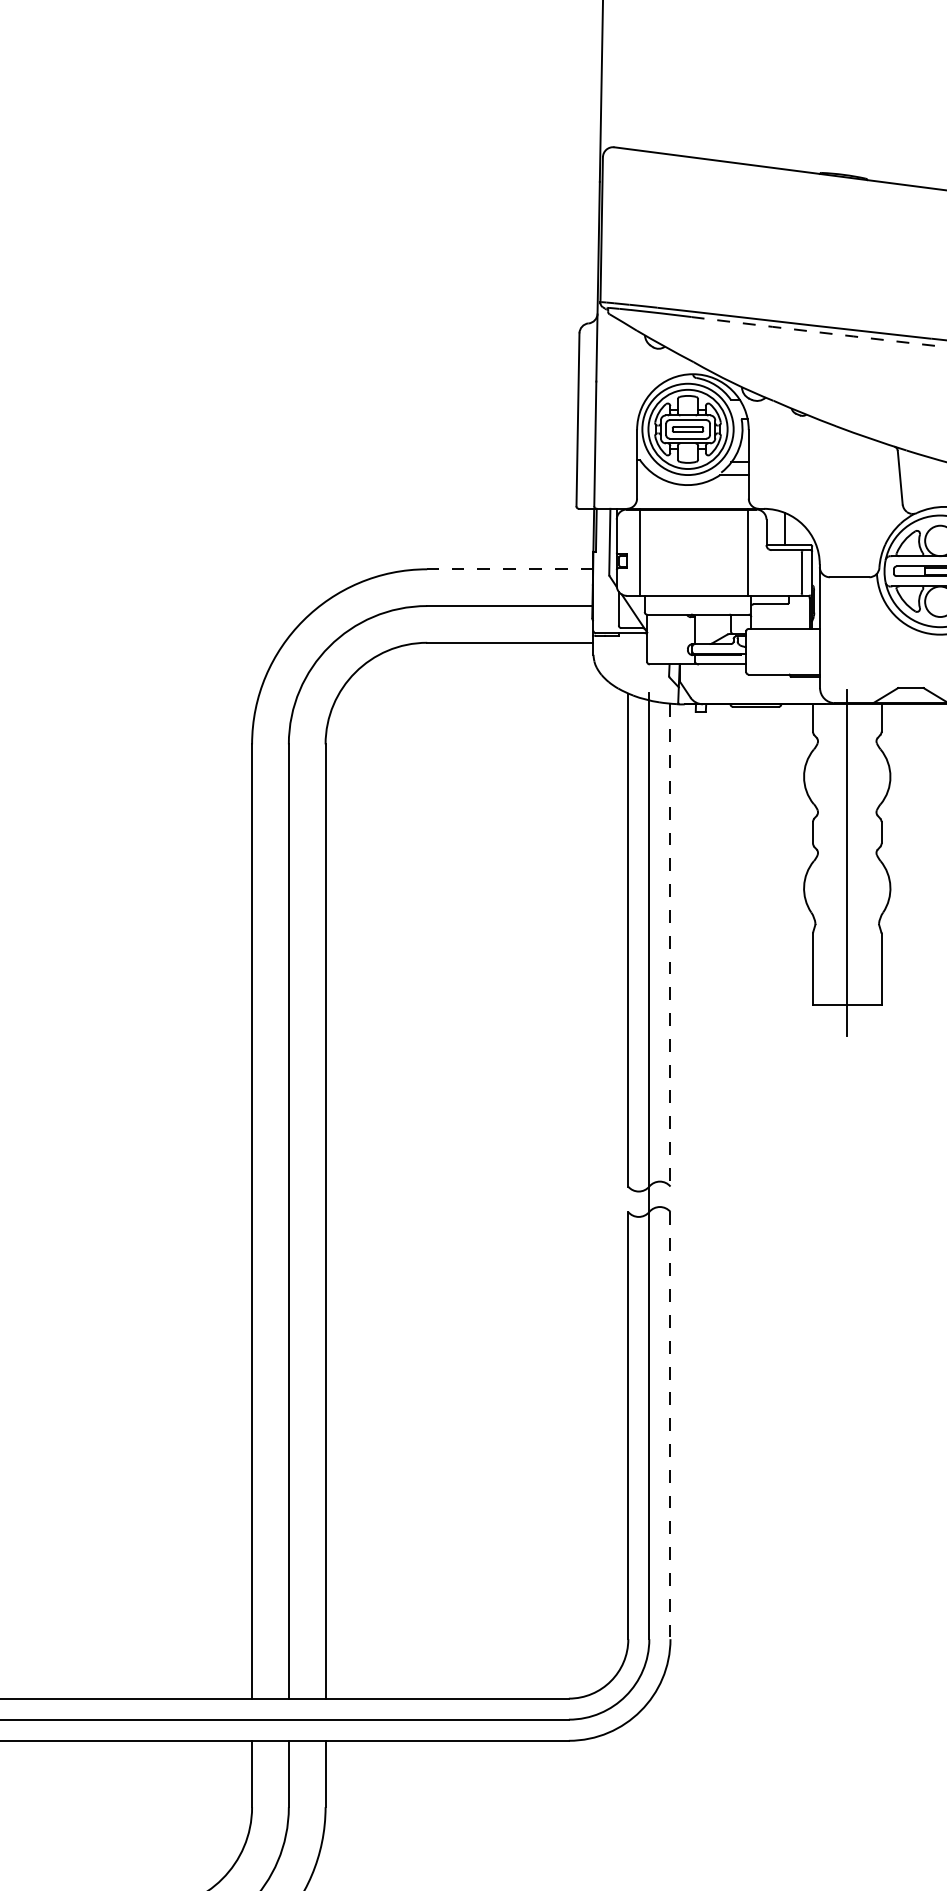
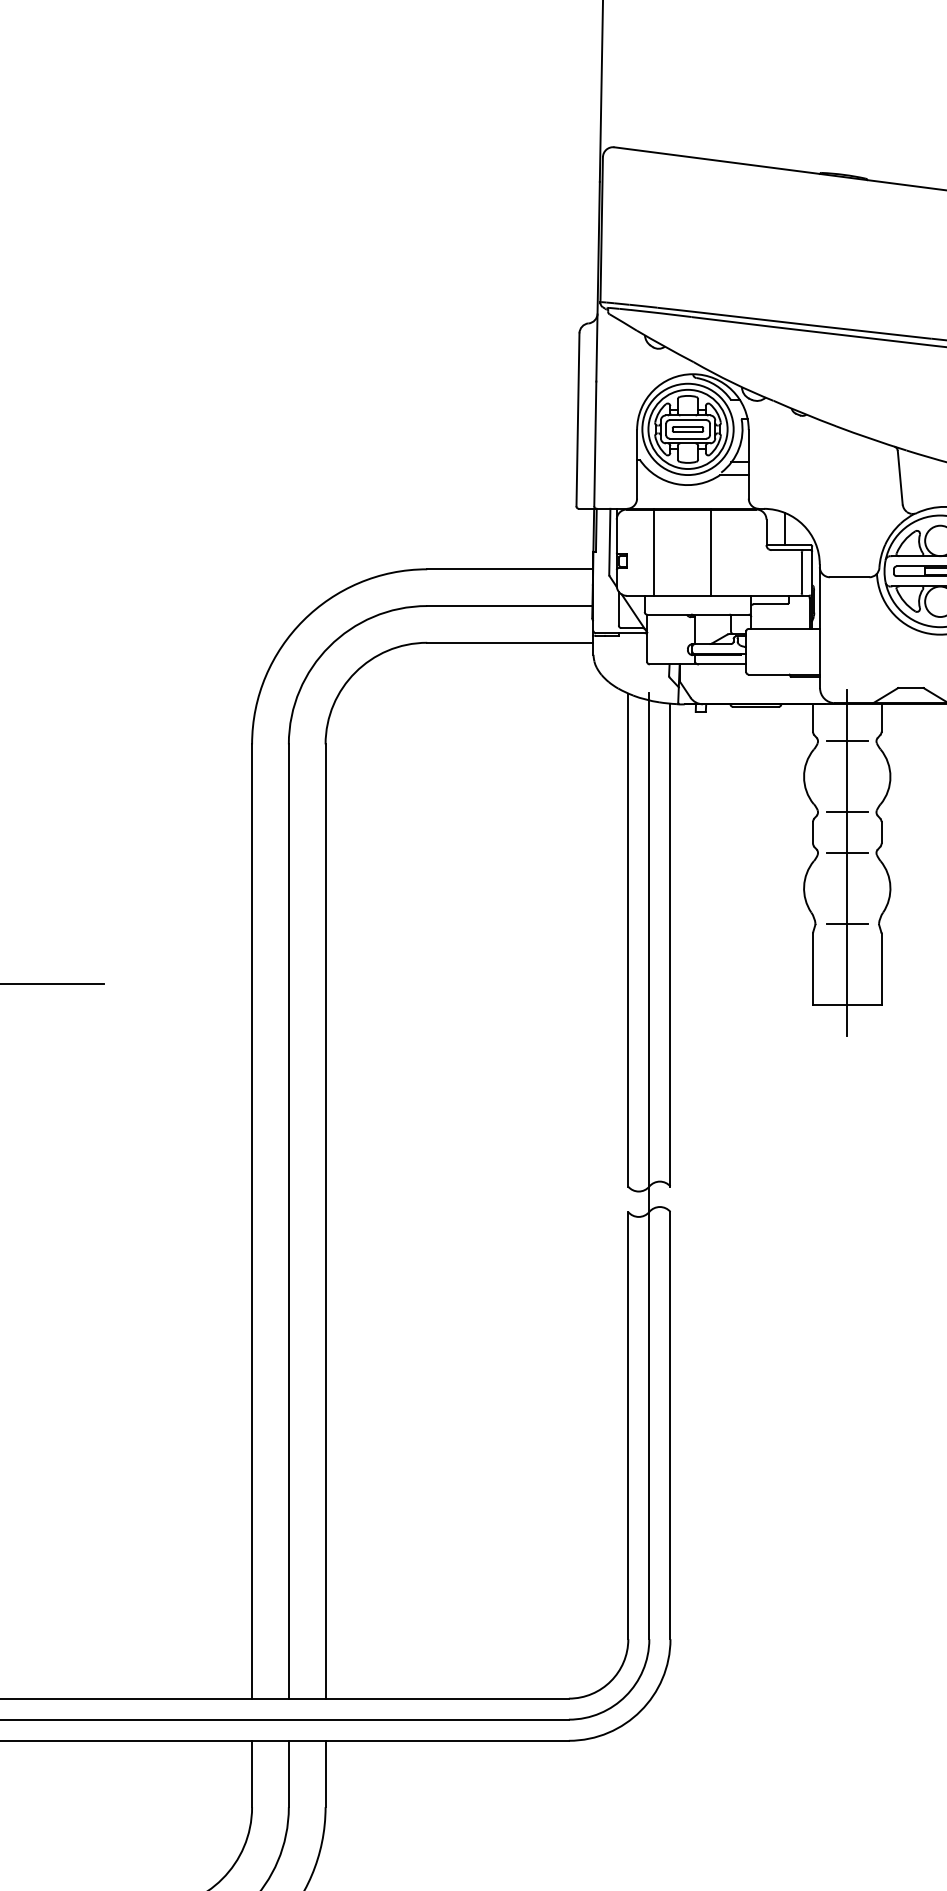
arc at (820, 332): dashed -> solid
line at (640, 551) position: (640, 551) -> (654, 551)
line at (747, 551) position: (747, 551) -> (710, 551)
line at (509, 569): dashed -> solid
line at (847, 741): none -> present
line at (847, 812): none -> present
line at (847, 852): none -> present
line at (847, 924): none -> present
line at (670, 945): dashed -> solid
line at (53, 983): none -> present
line at (670, 1425): dashed -> solid
